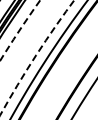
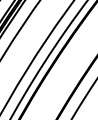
arc at (19, 30): dashed -> solid
arc at (35, 56): dashed -> solid
